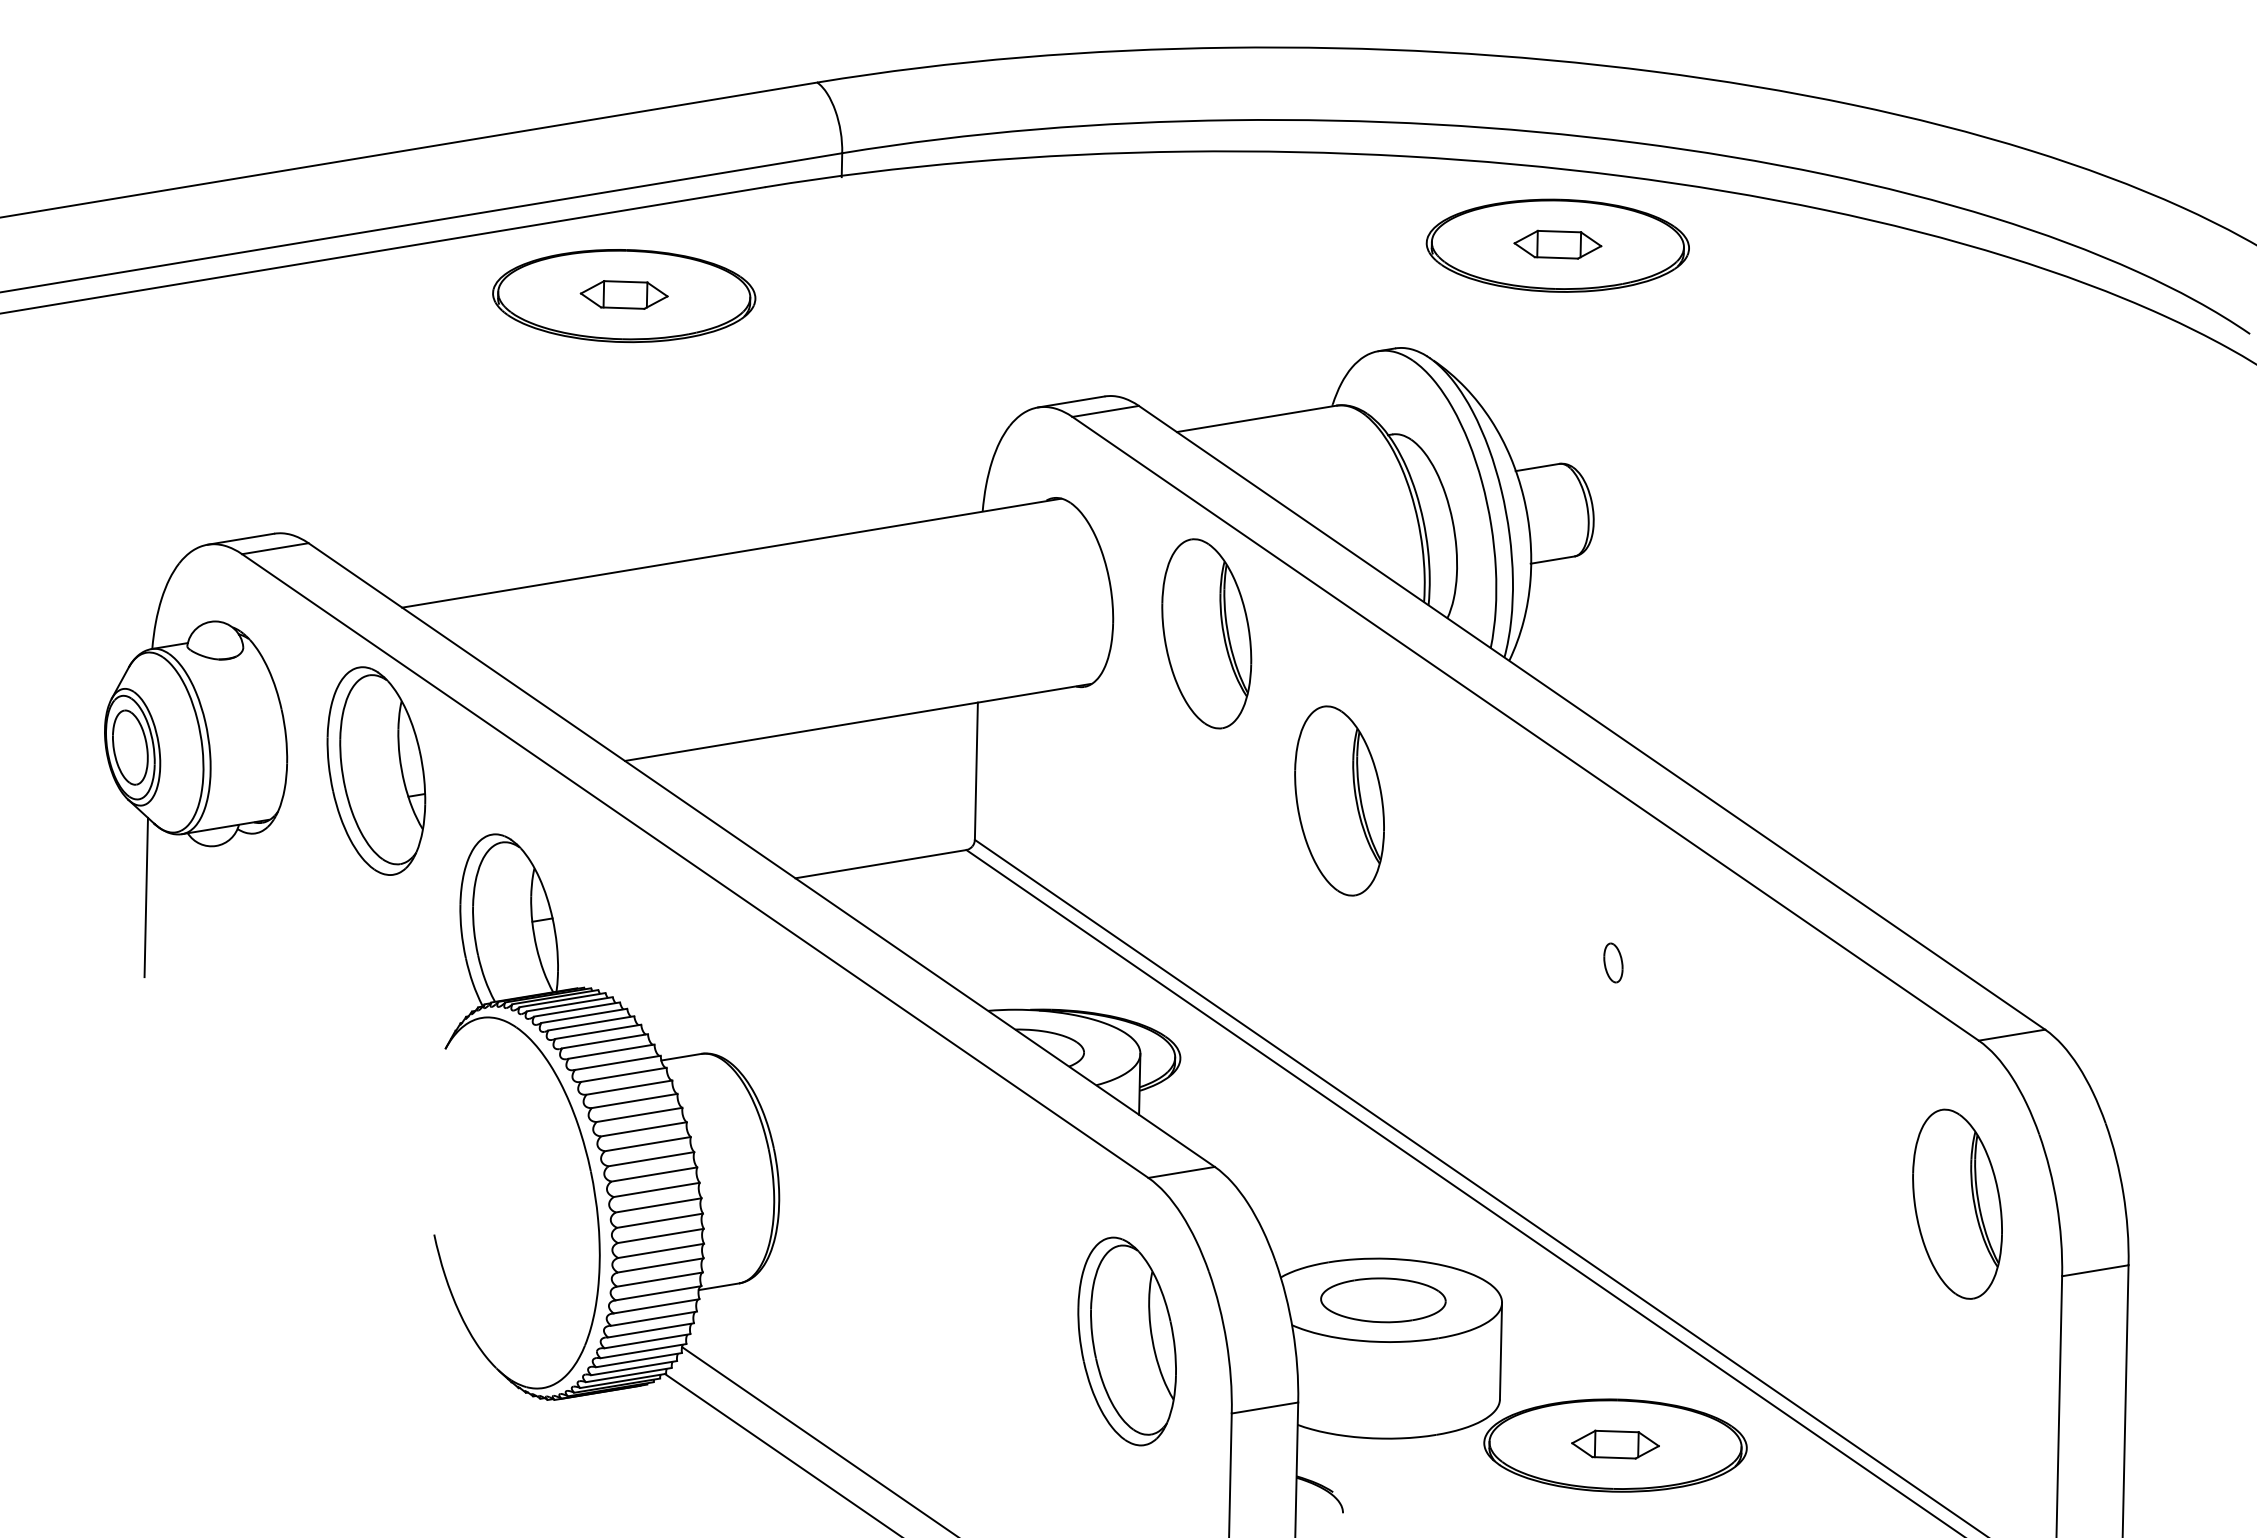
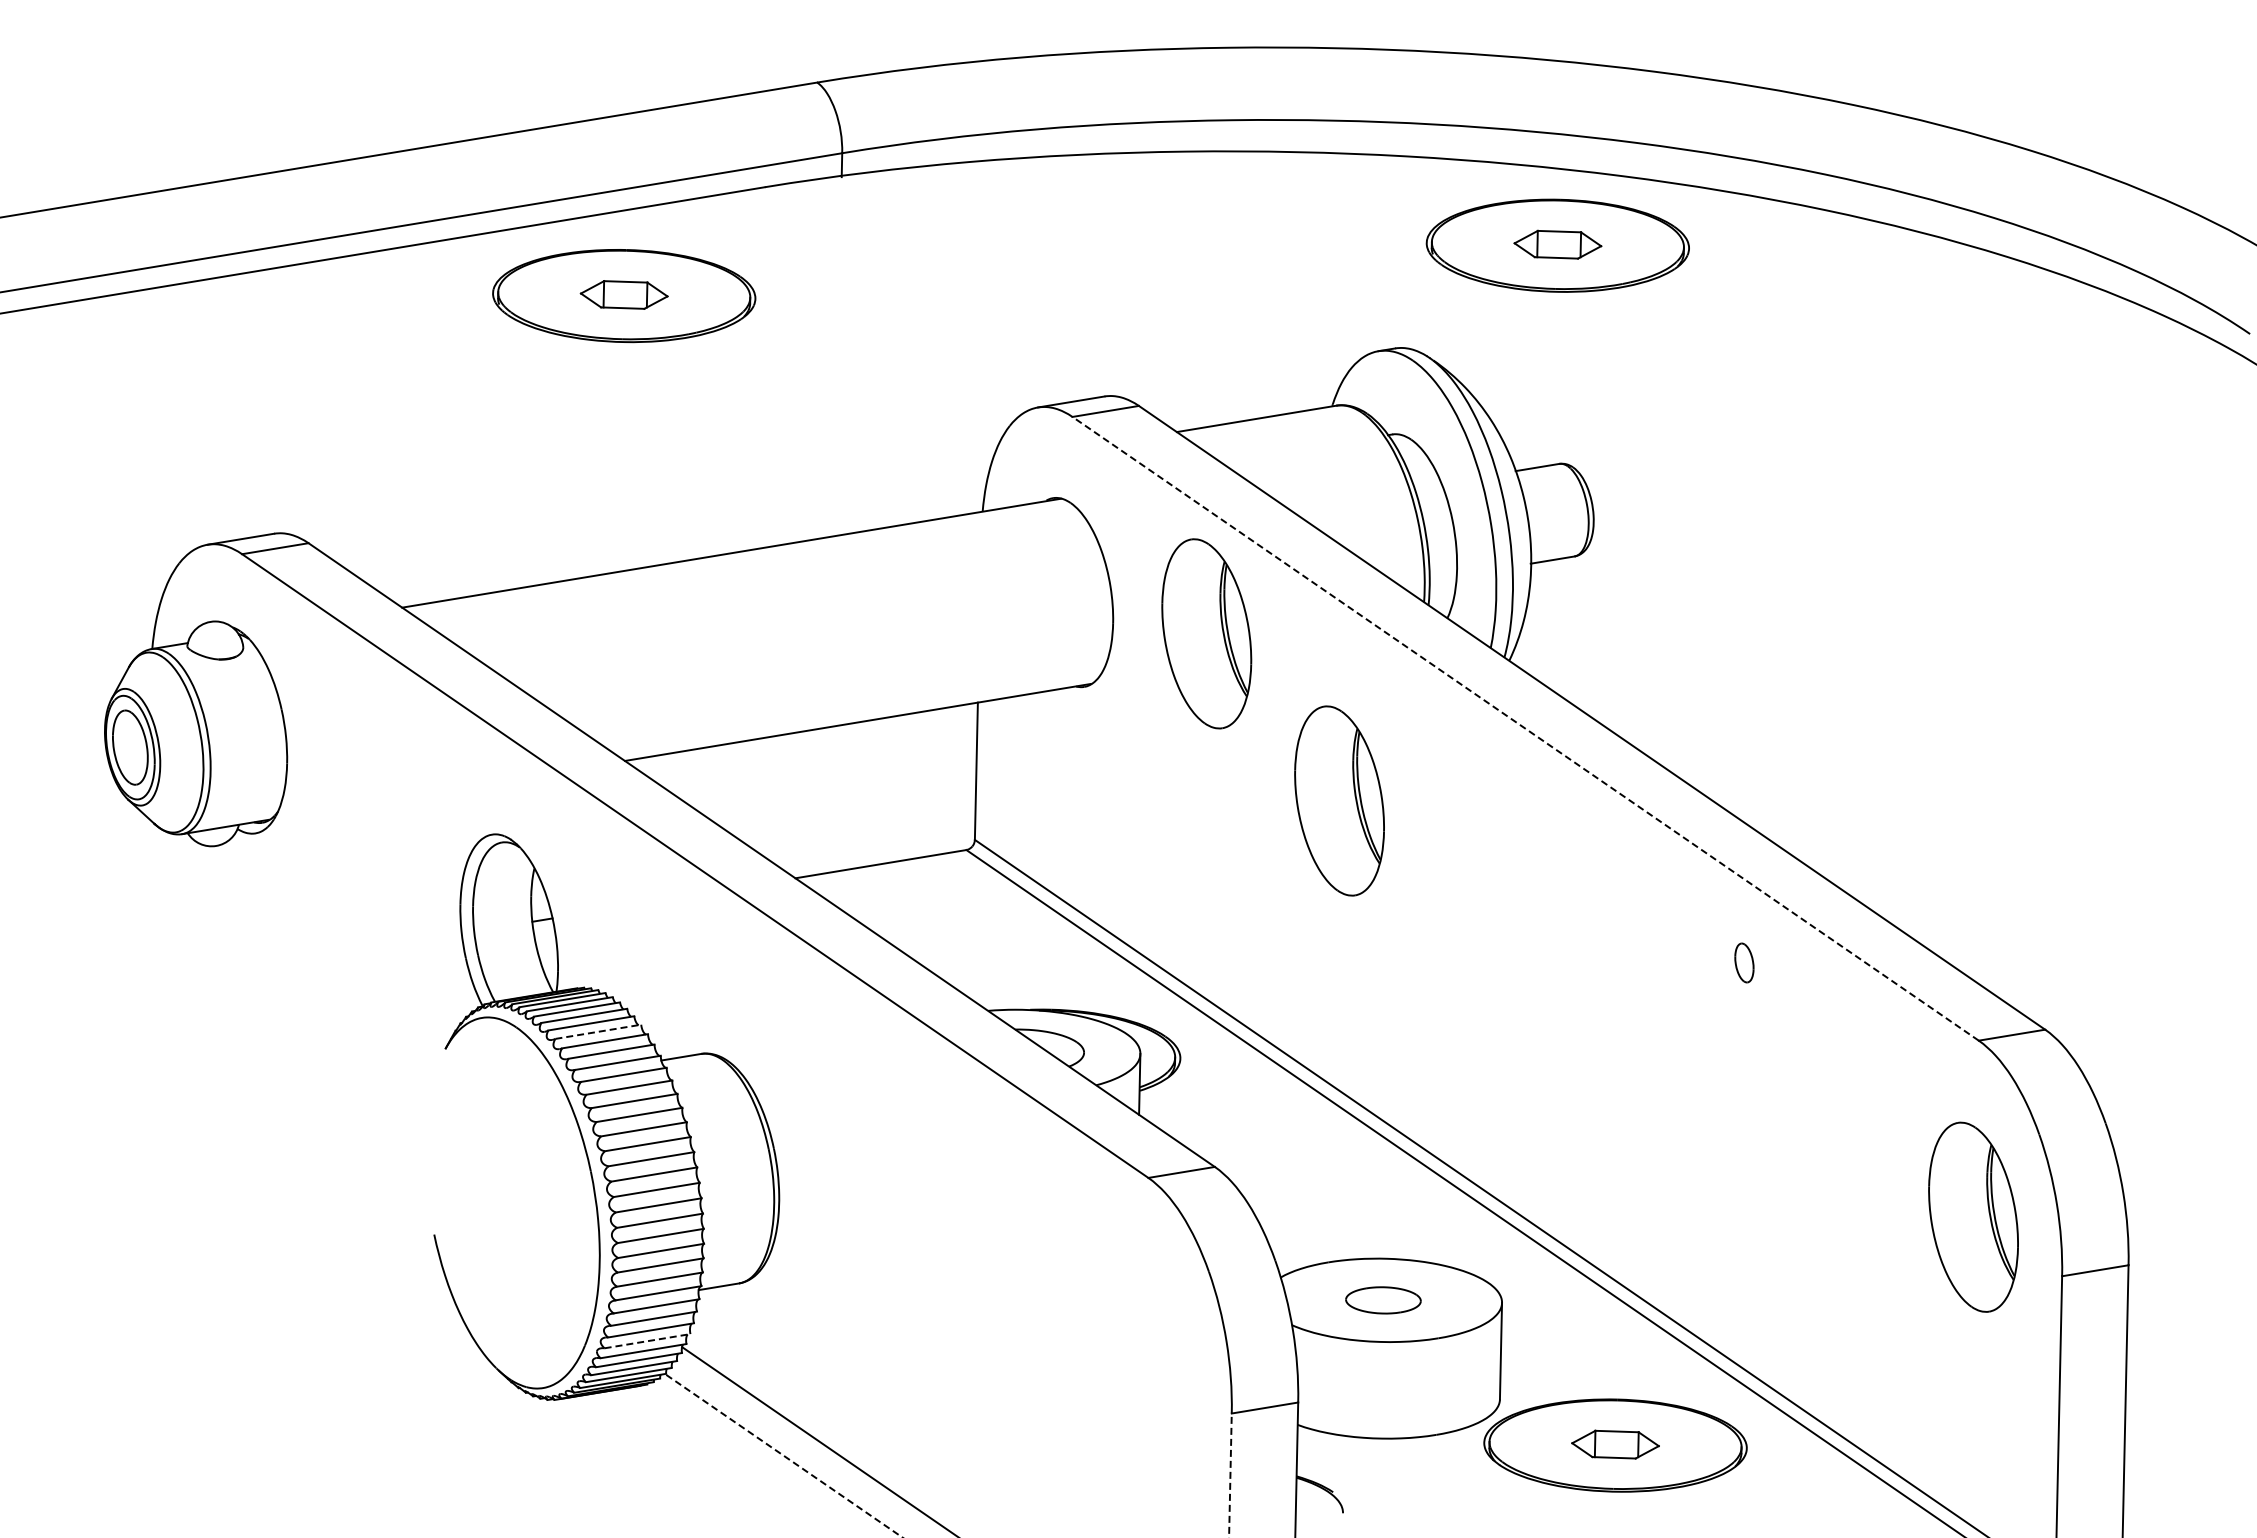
line at (1525, 728): solid -> dashed
part at (376, 770): present -> none
line at (145, 897): present -> none
part at (1613, 962) position: (1613, 962) -> (1744, 962)
line at (598, 1031): solid -> dashed
part at (1957, 1203) position: (1957, 1203) -> (1973, 1216)
part at (1383, 1300) size: 127x47 px -> 77x29 px
line at (647, 1341): solid -> dashed
part at (1126, 1341): present -> none
line at (783, 1455): solid -> dashed
line at (1230, 1475): solid -> dashed
